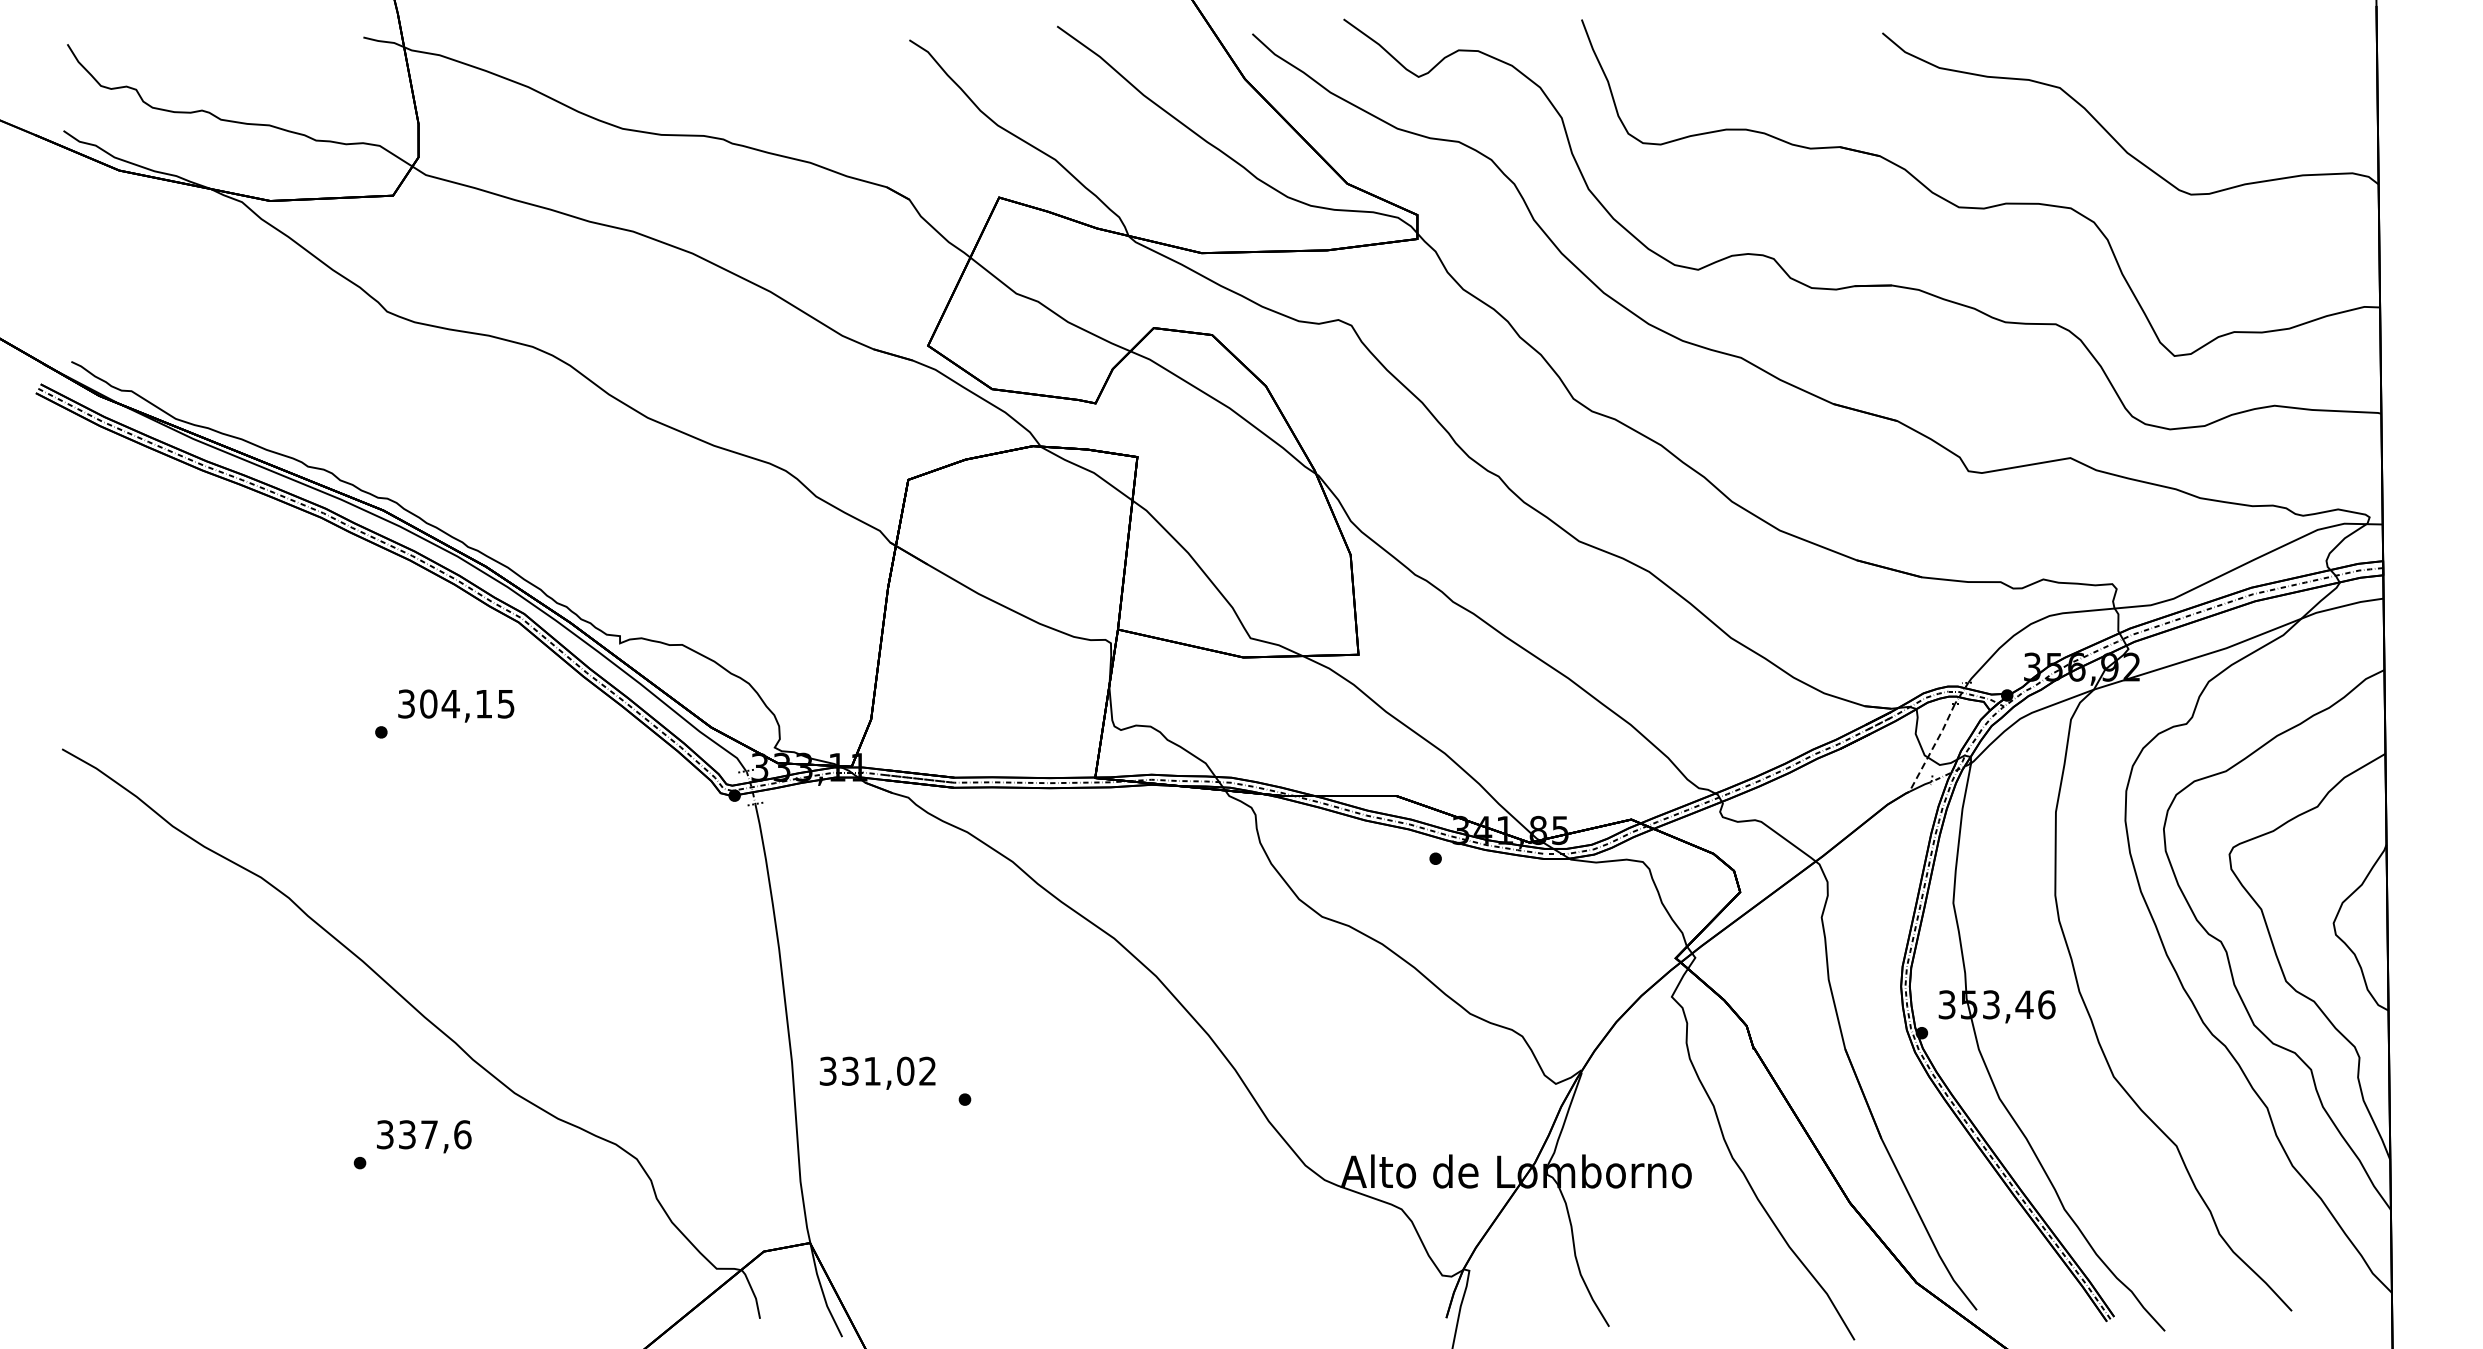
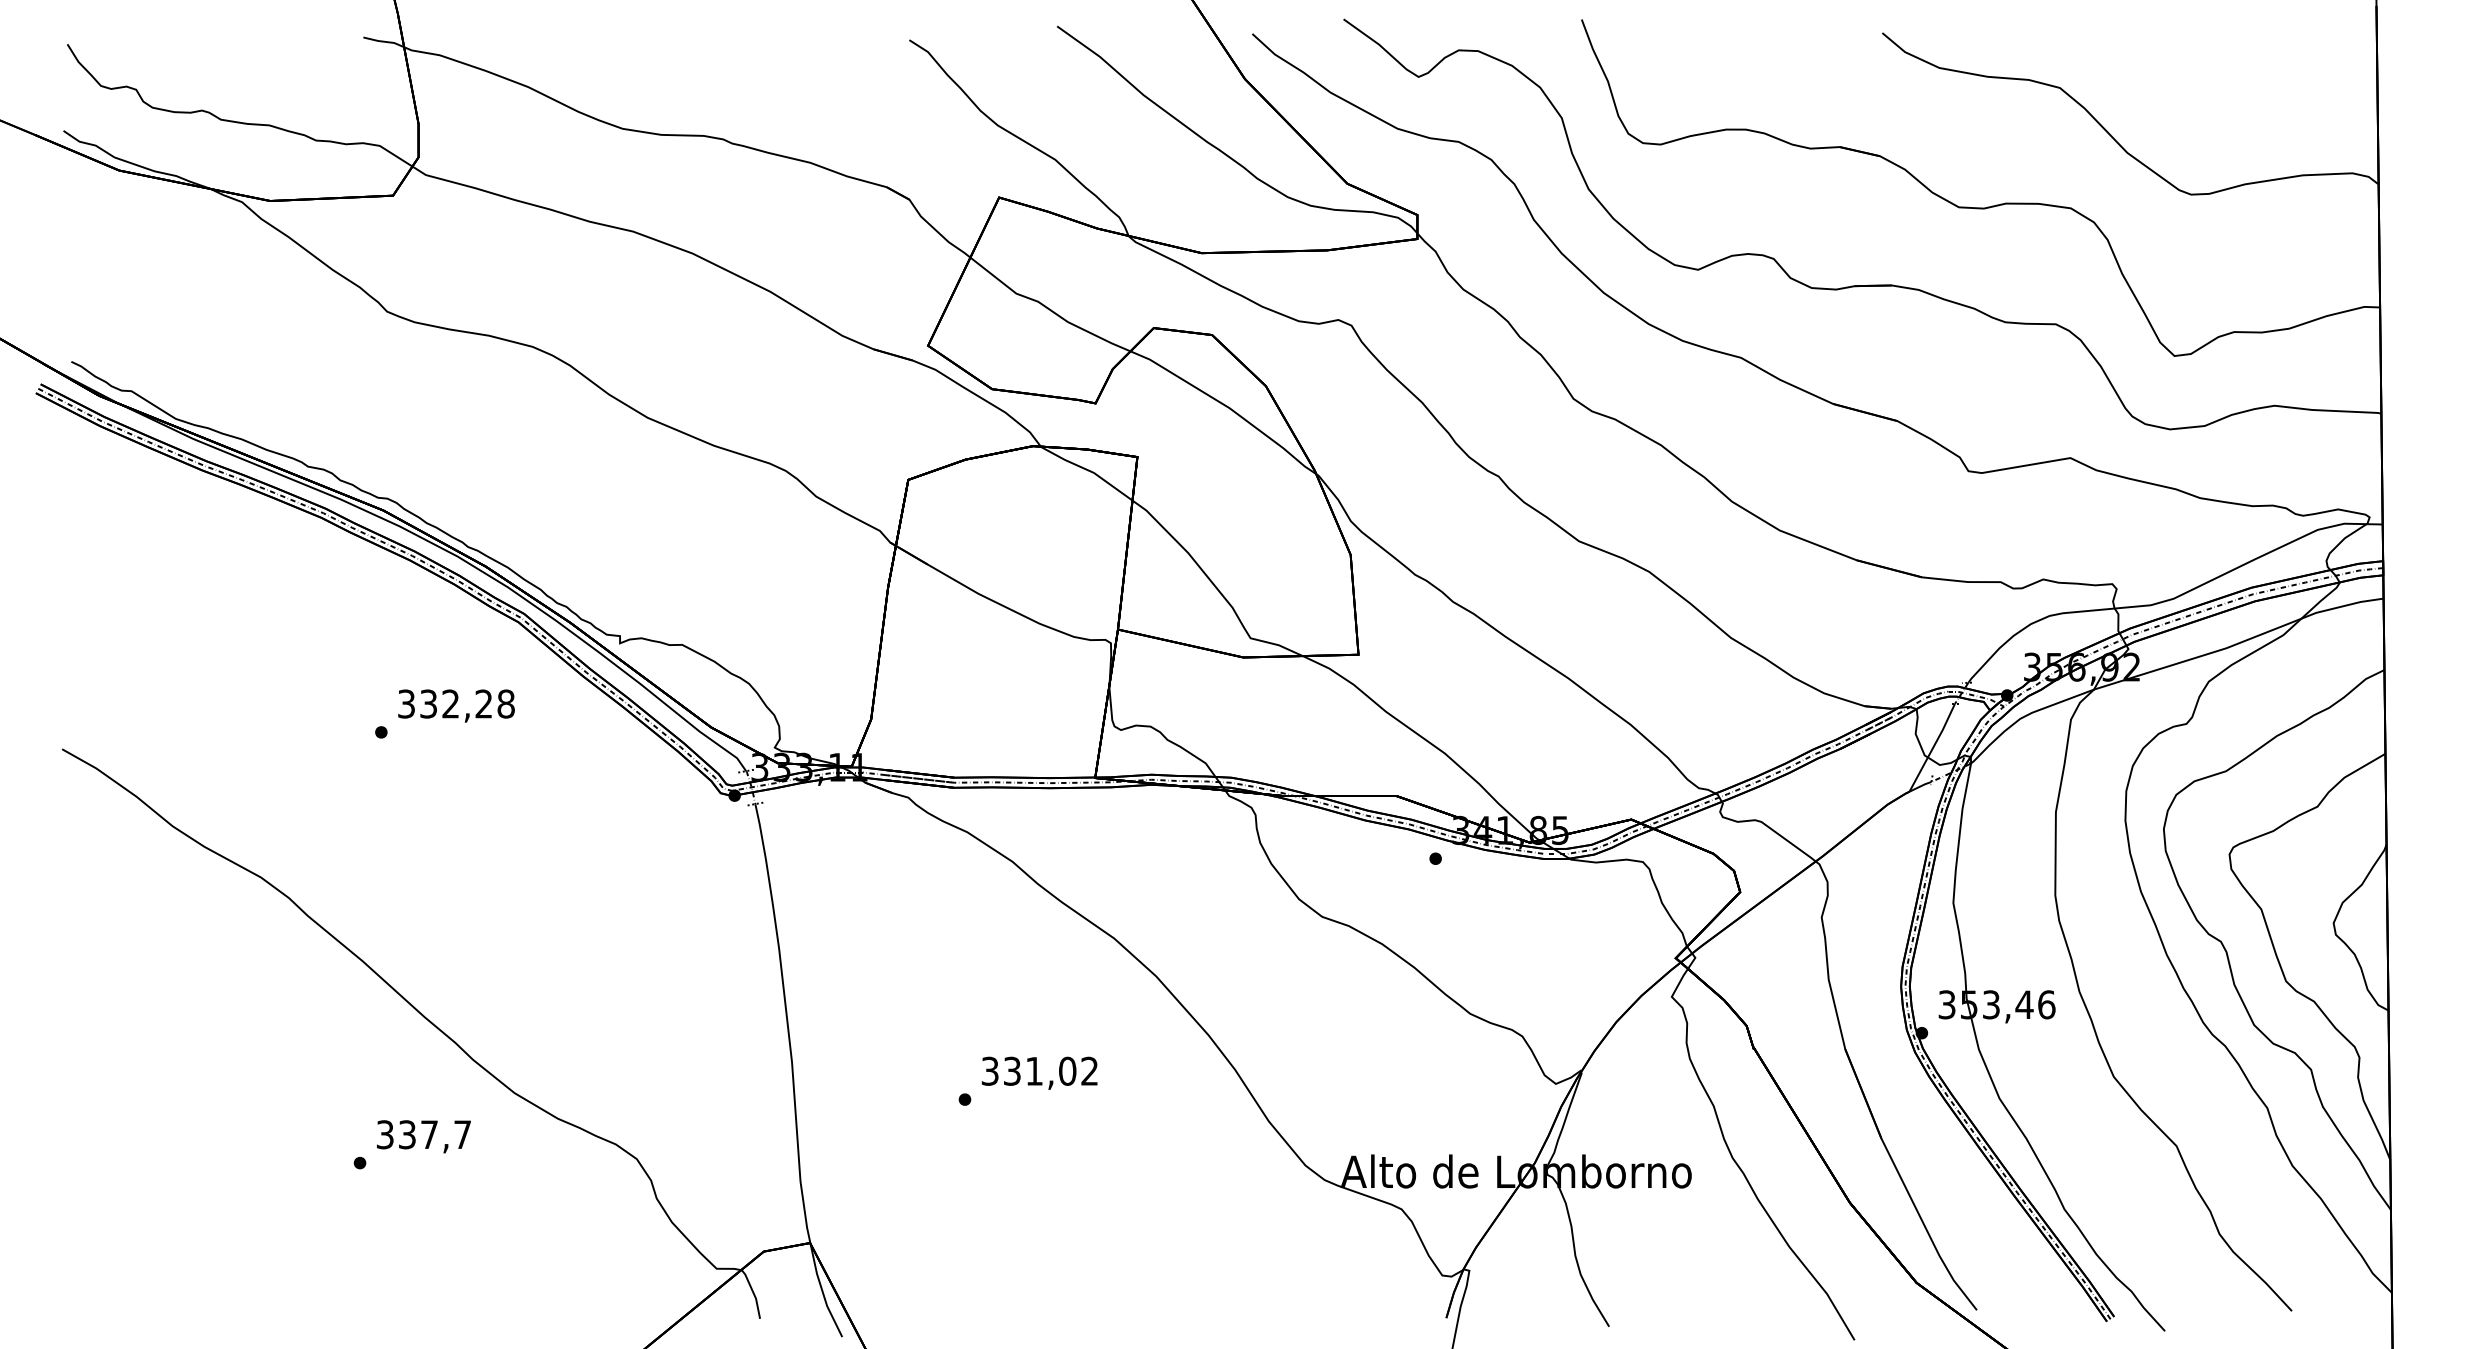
text at (467, 703): 304,15 -> 332,28
line at (1932, 748): dashed -> solid
text at (877, 1072) position: (877, 1072) -> (1039, 1072)
text at (462, 1134): 337,6 -> 337,7
